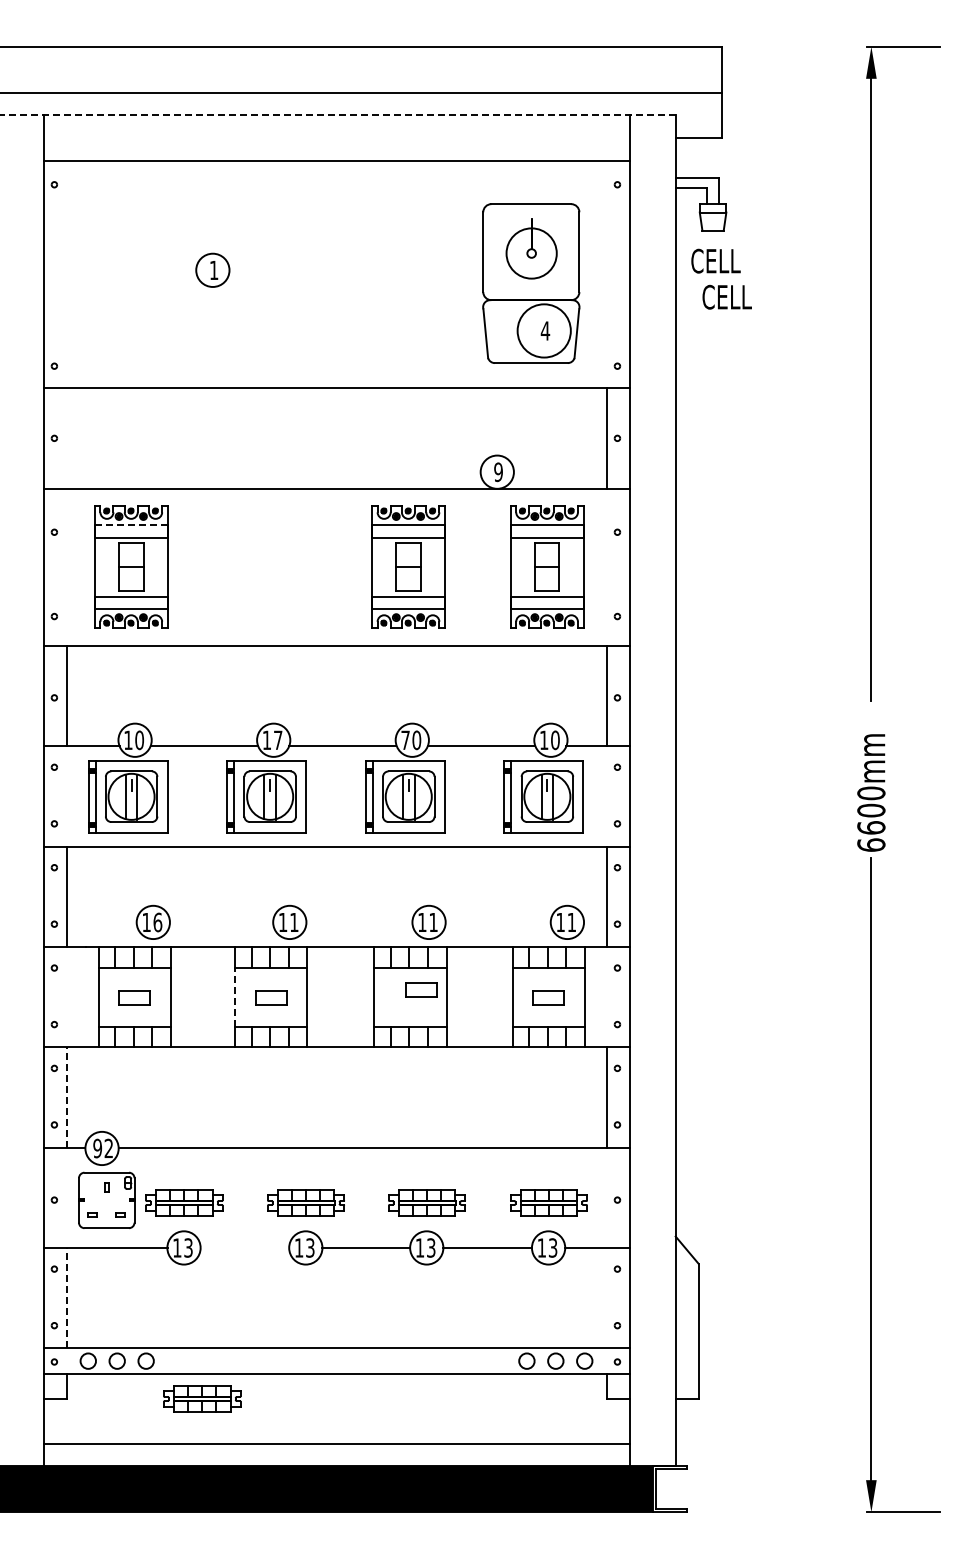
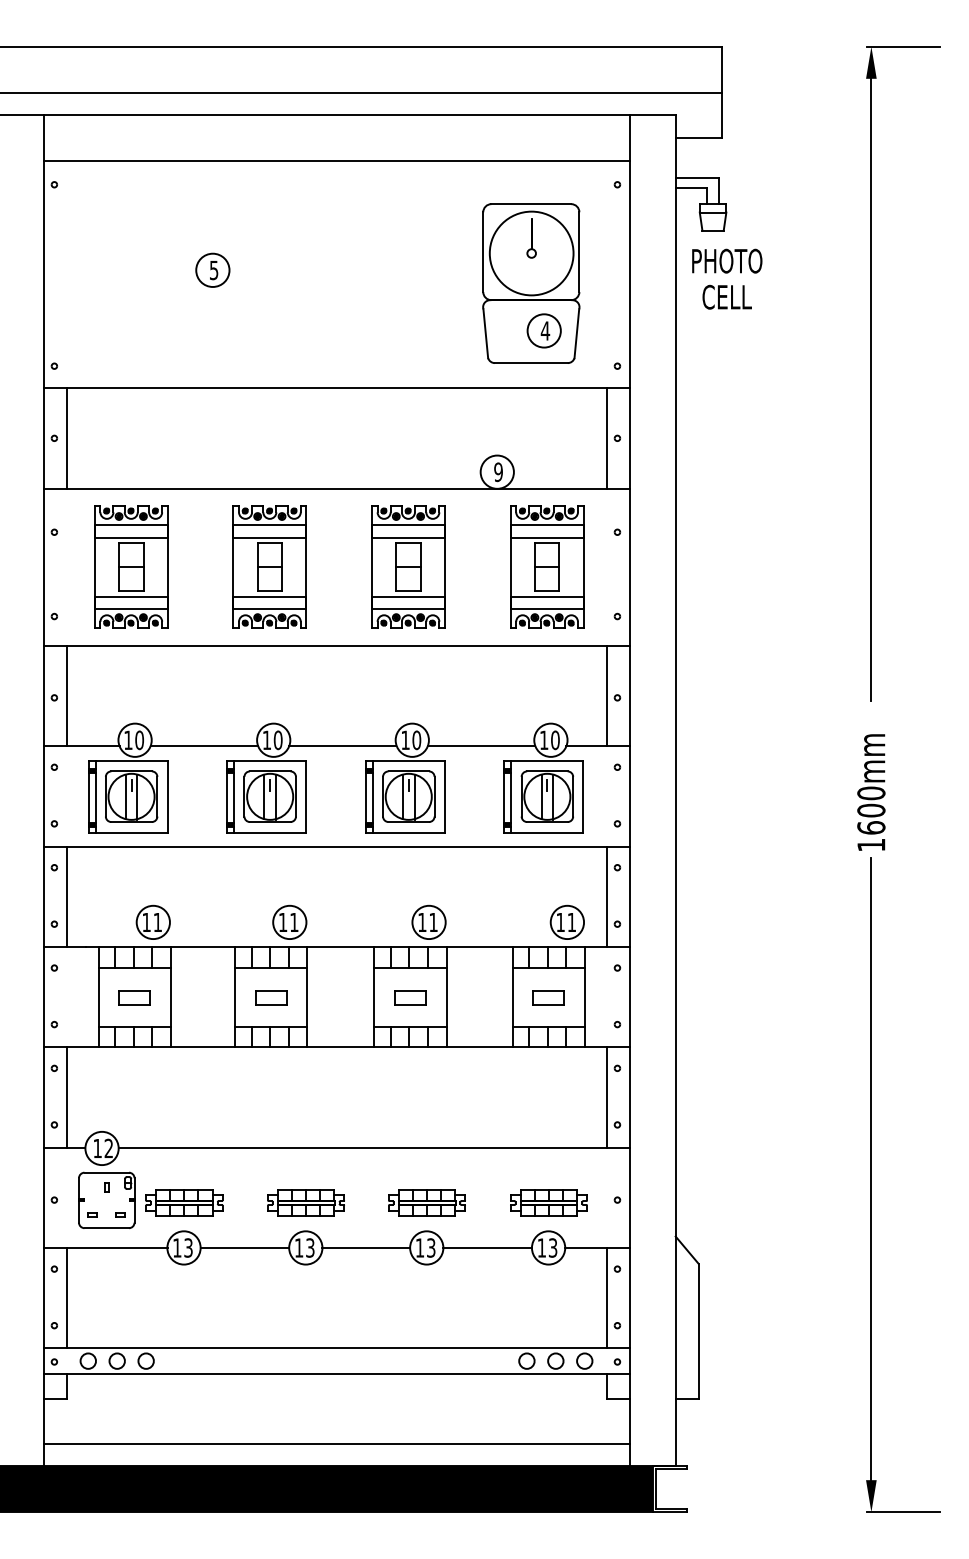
line at (337, 115): dashed -> solid
circle at (531, 253) diameter: 50 px -> 84 px
text at (726, 260): CELL -> PHOTO
text at (214, 270): 1 -> 5
circle at (543, 330) diameter: 53 px -> 33 px
line at (66, 438): none -> present
line at (131, 525): dashed -> solid
part at (269, 566): none -> present
text at (405, 739): 70 -> 10
text at (277, 740): 17 -> 10
text at (871, 844): 6600mm -> 1600mm
text at (157, 922): 16 -> 11
part at (421, 989) position: (421, 989) -> (410, 997)
line at (235, 996): dashed -> solid
line at (66, 1096): dashed -> solid
text at (97, 1148): 92 -> 12
line at (244, 1247): none -> present
line at (66, 1297): dashed -> solid
line at (607, 1297): none -> present
part at (202, 1398): present -> none
